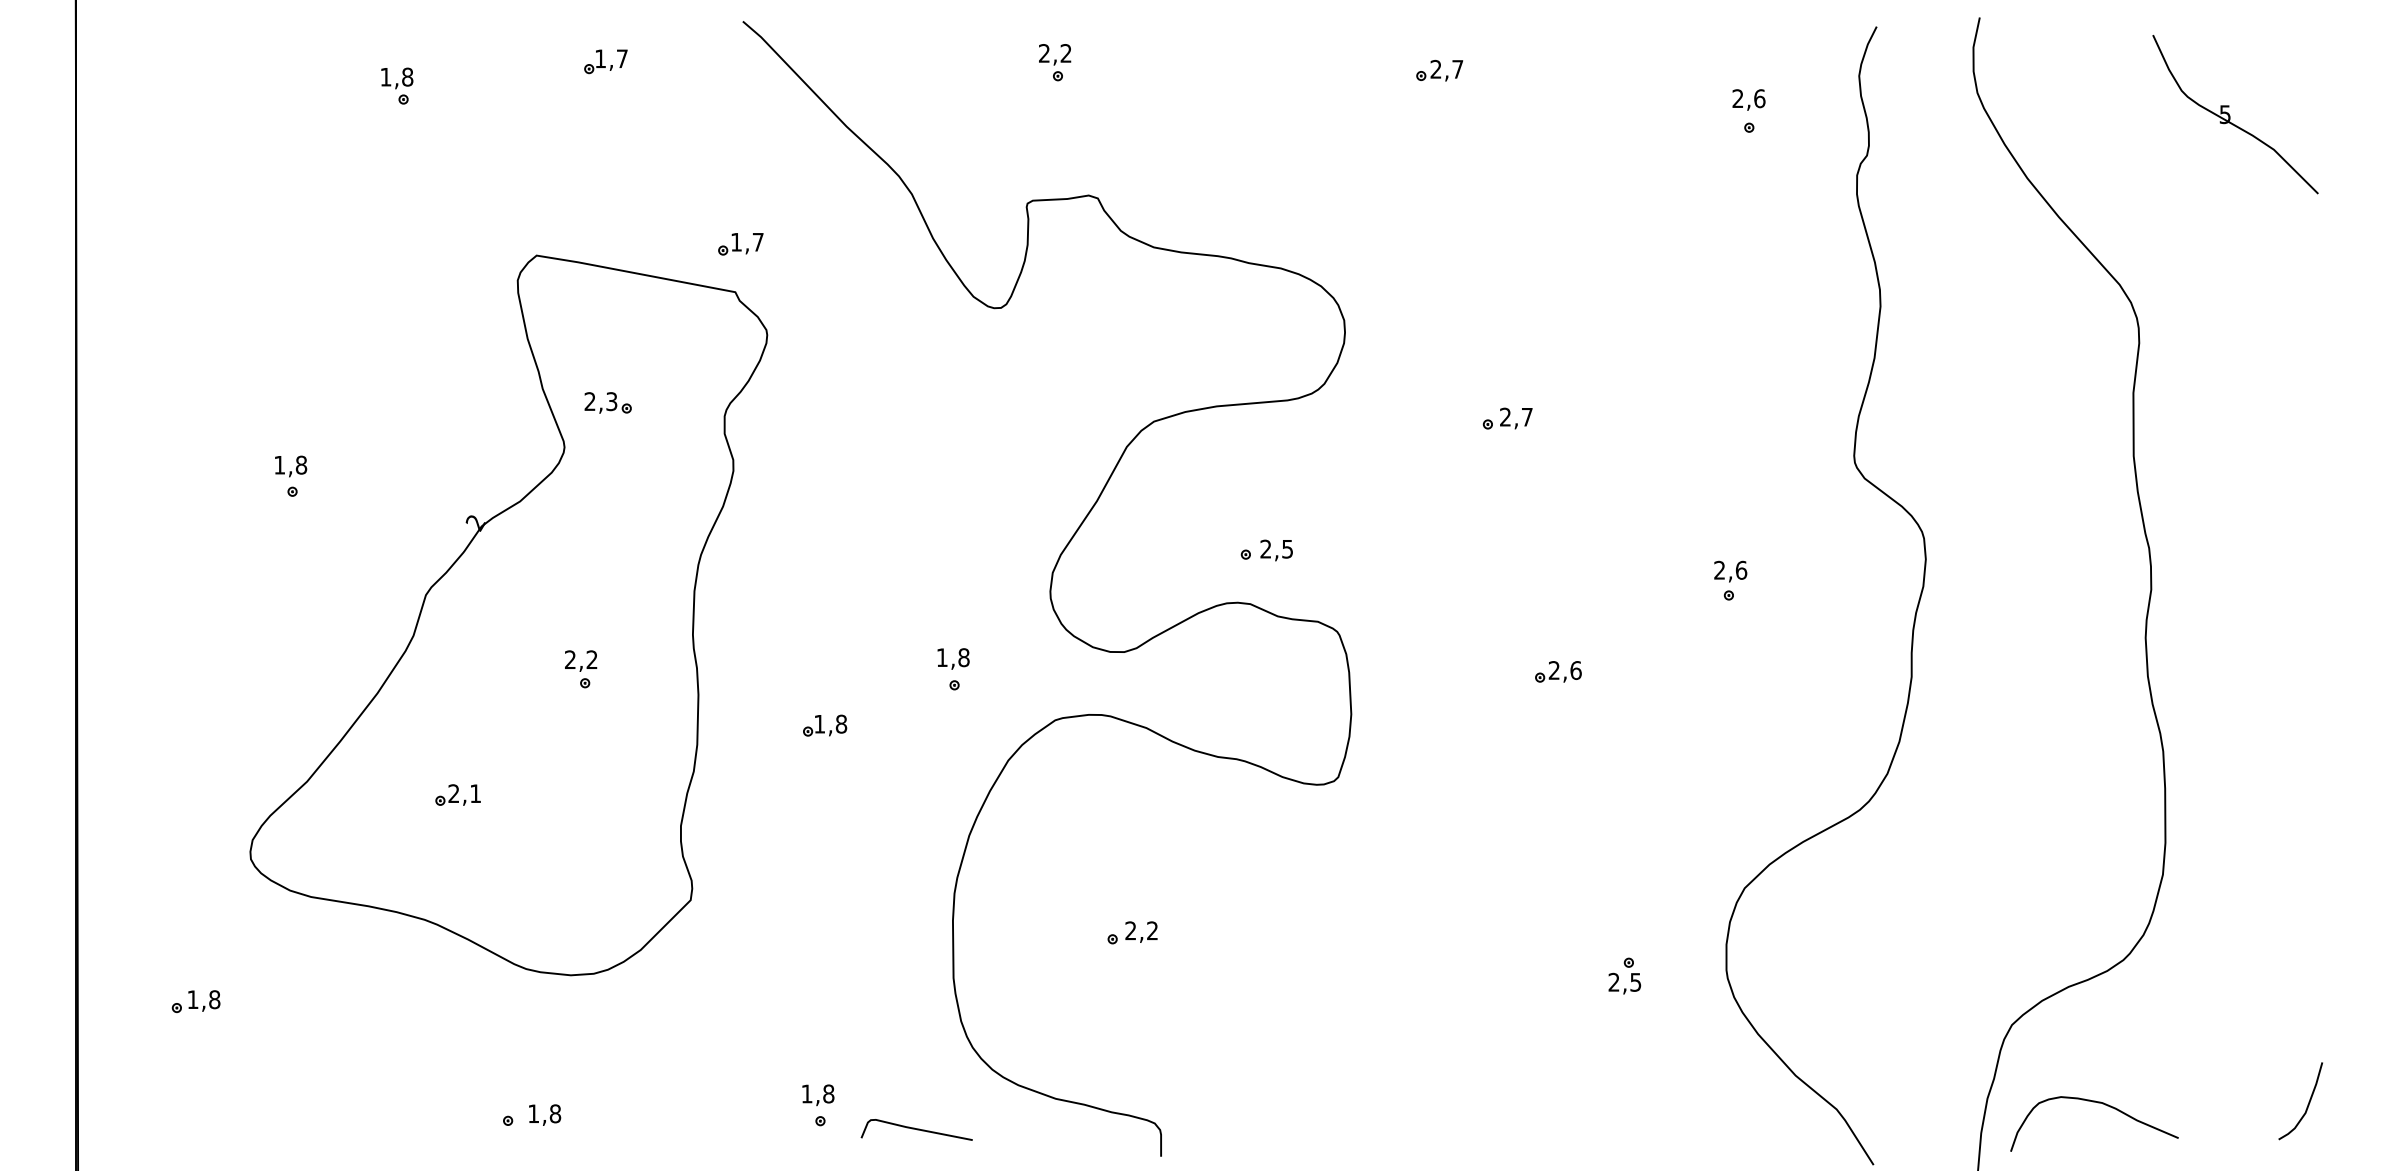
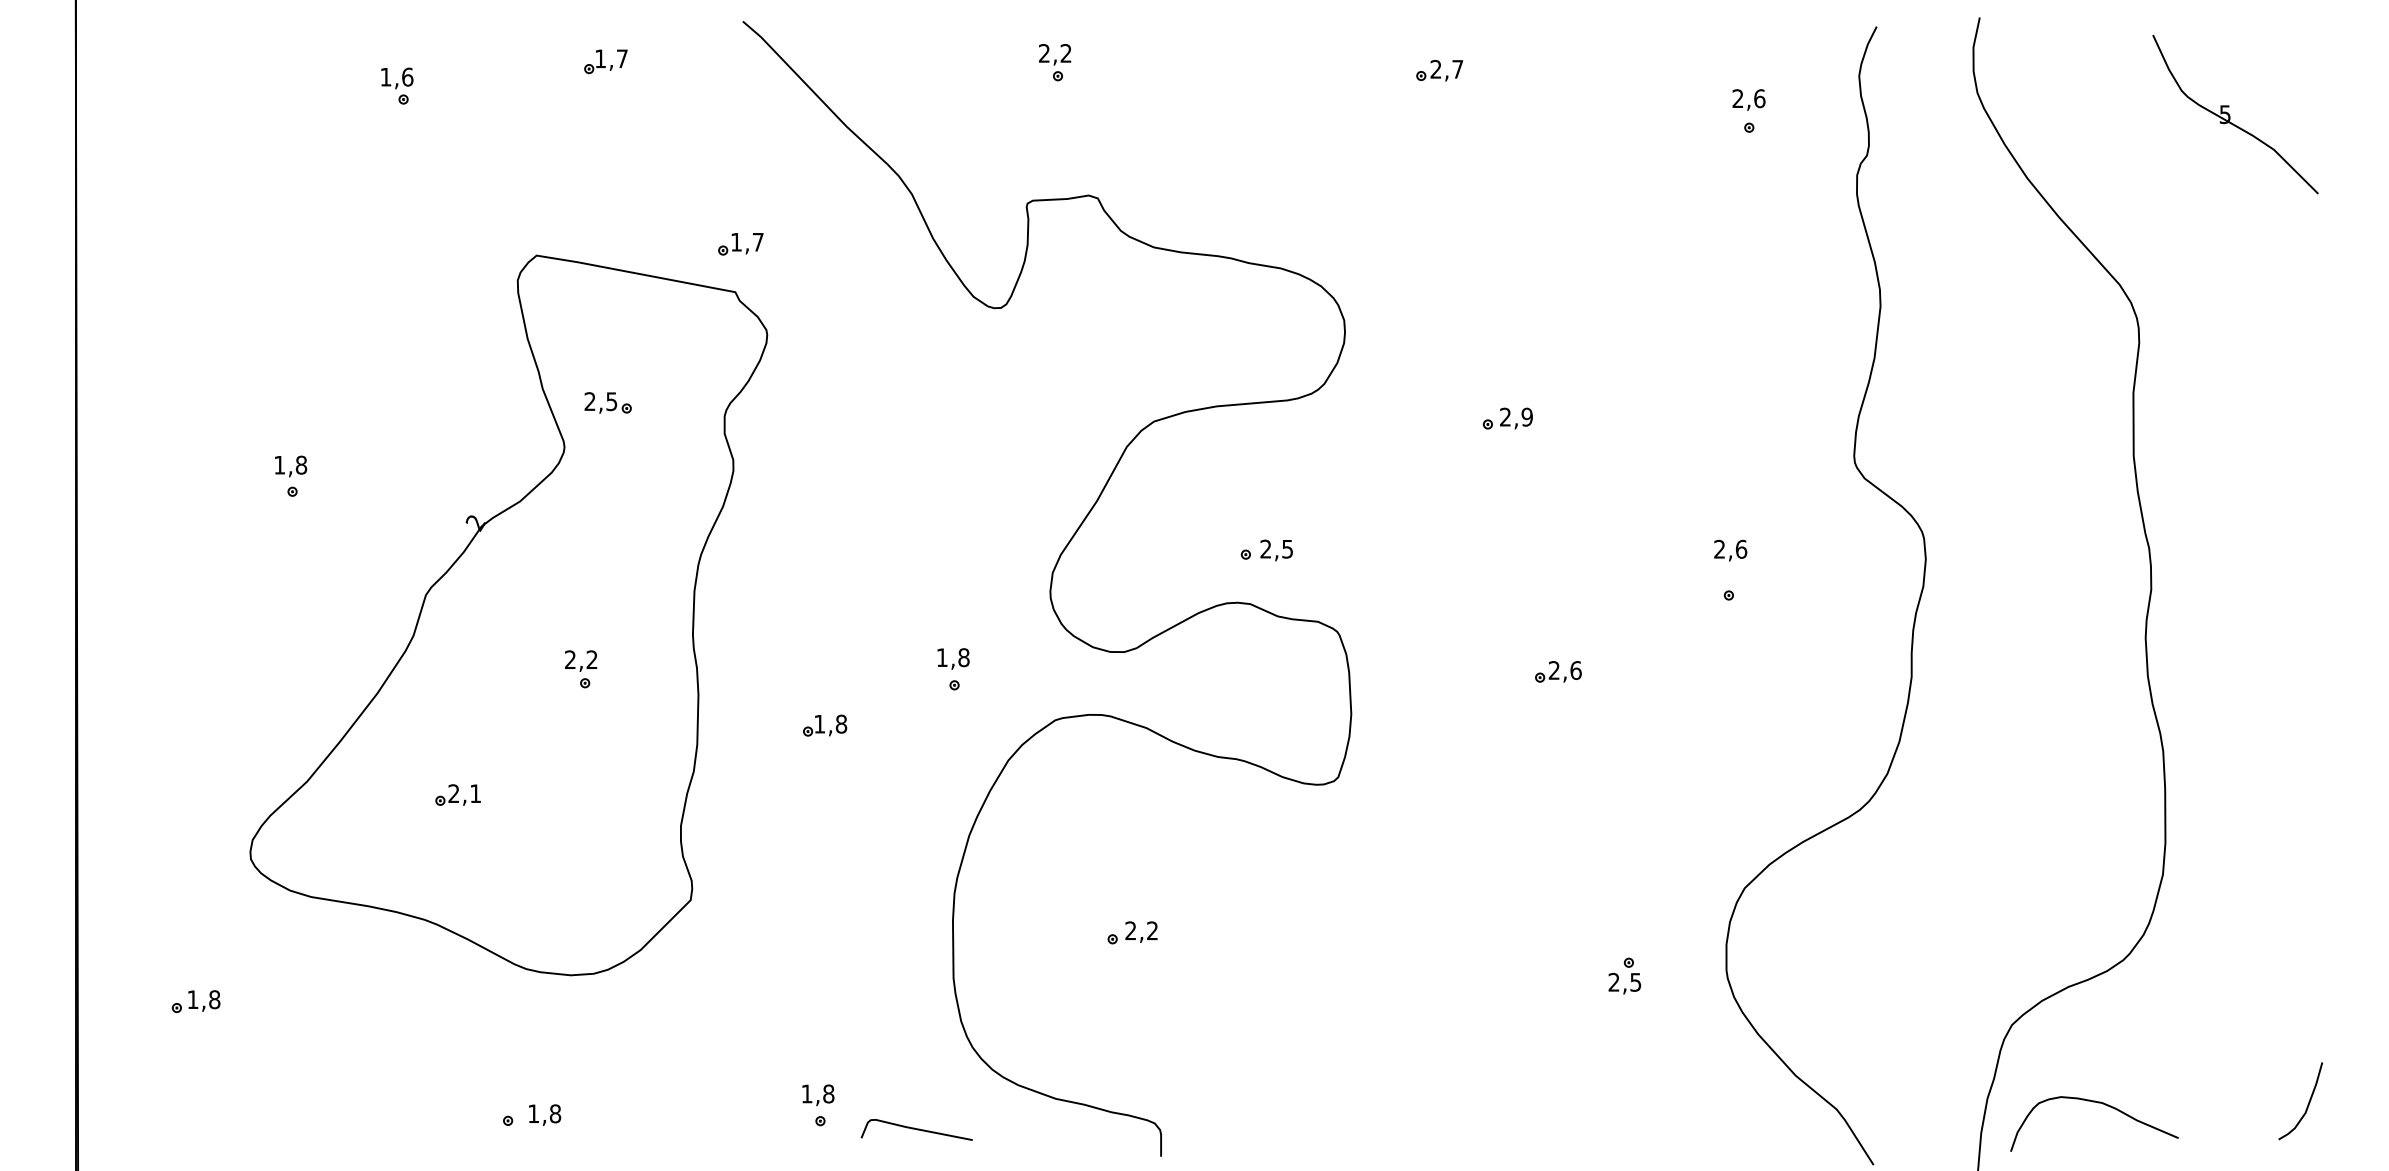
text at (407, 76): 1,8 -> 1,6
text at (612, 401): 2,3 -> 2,5
text at (1526, 416): 2,7 -> 2,9
text at (1730, 571) position: (1730, 571) -> (1730, 550)
